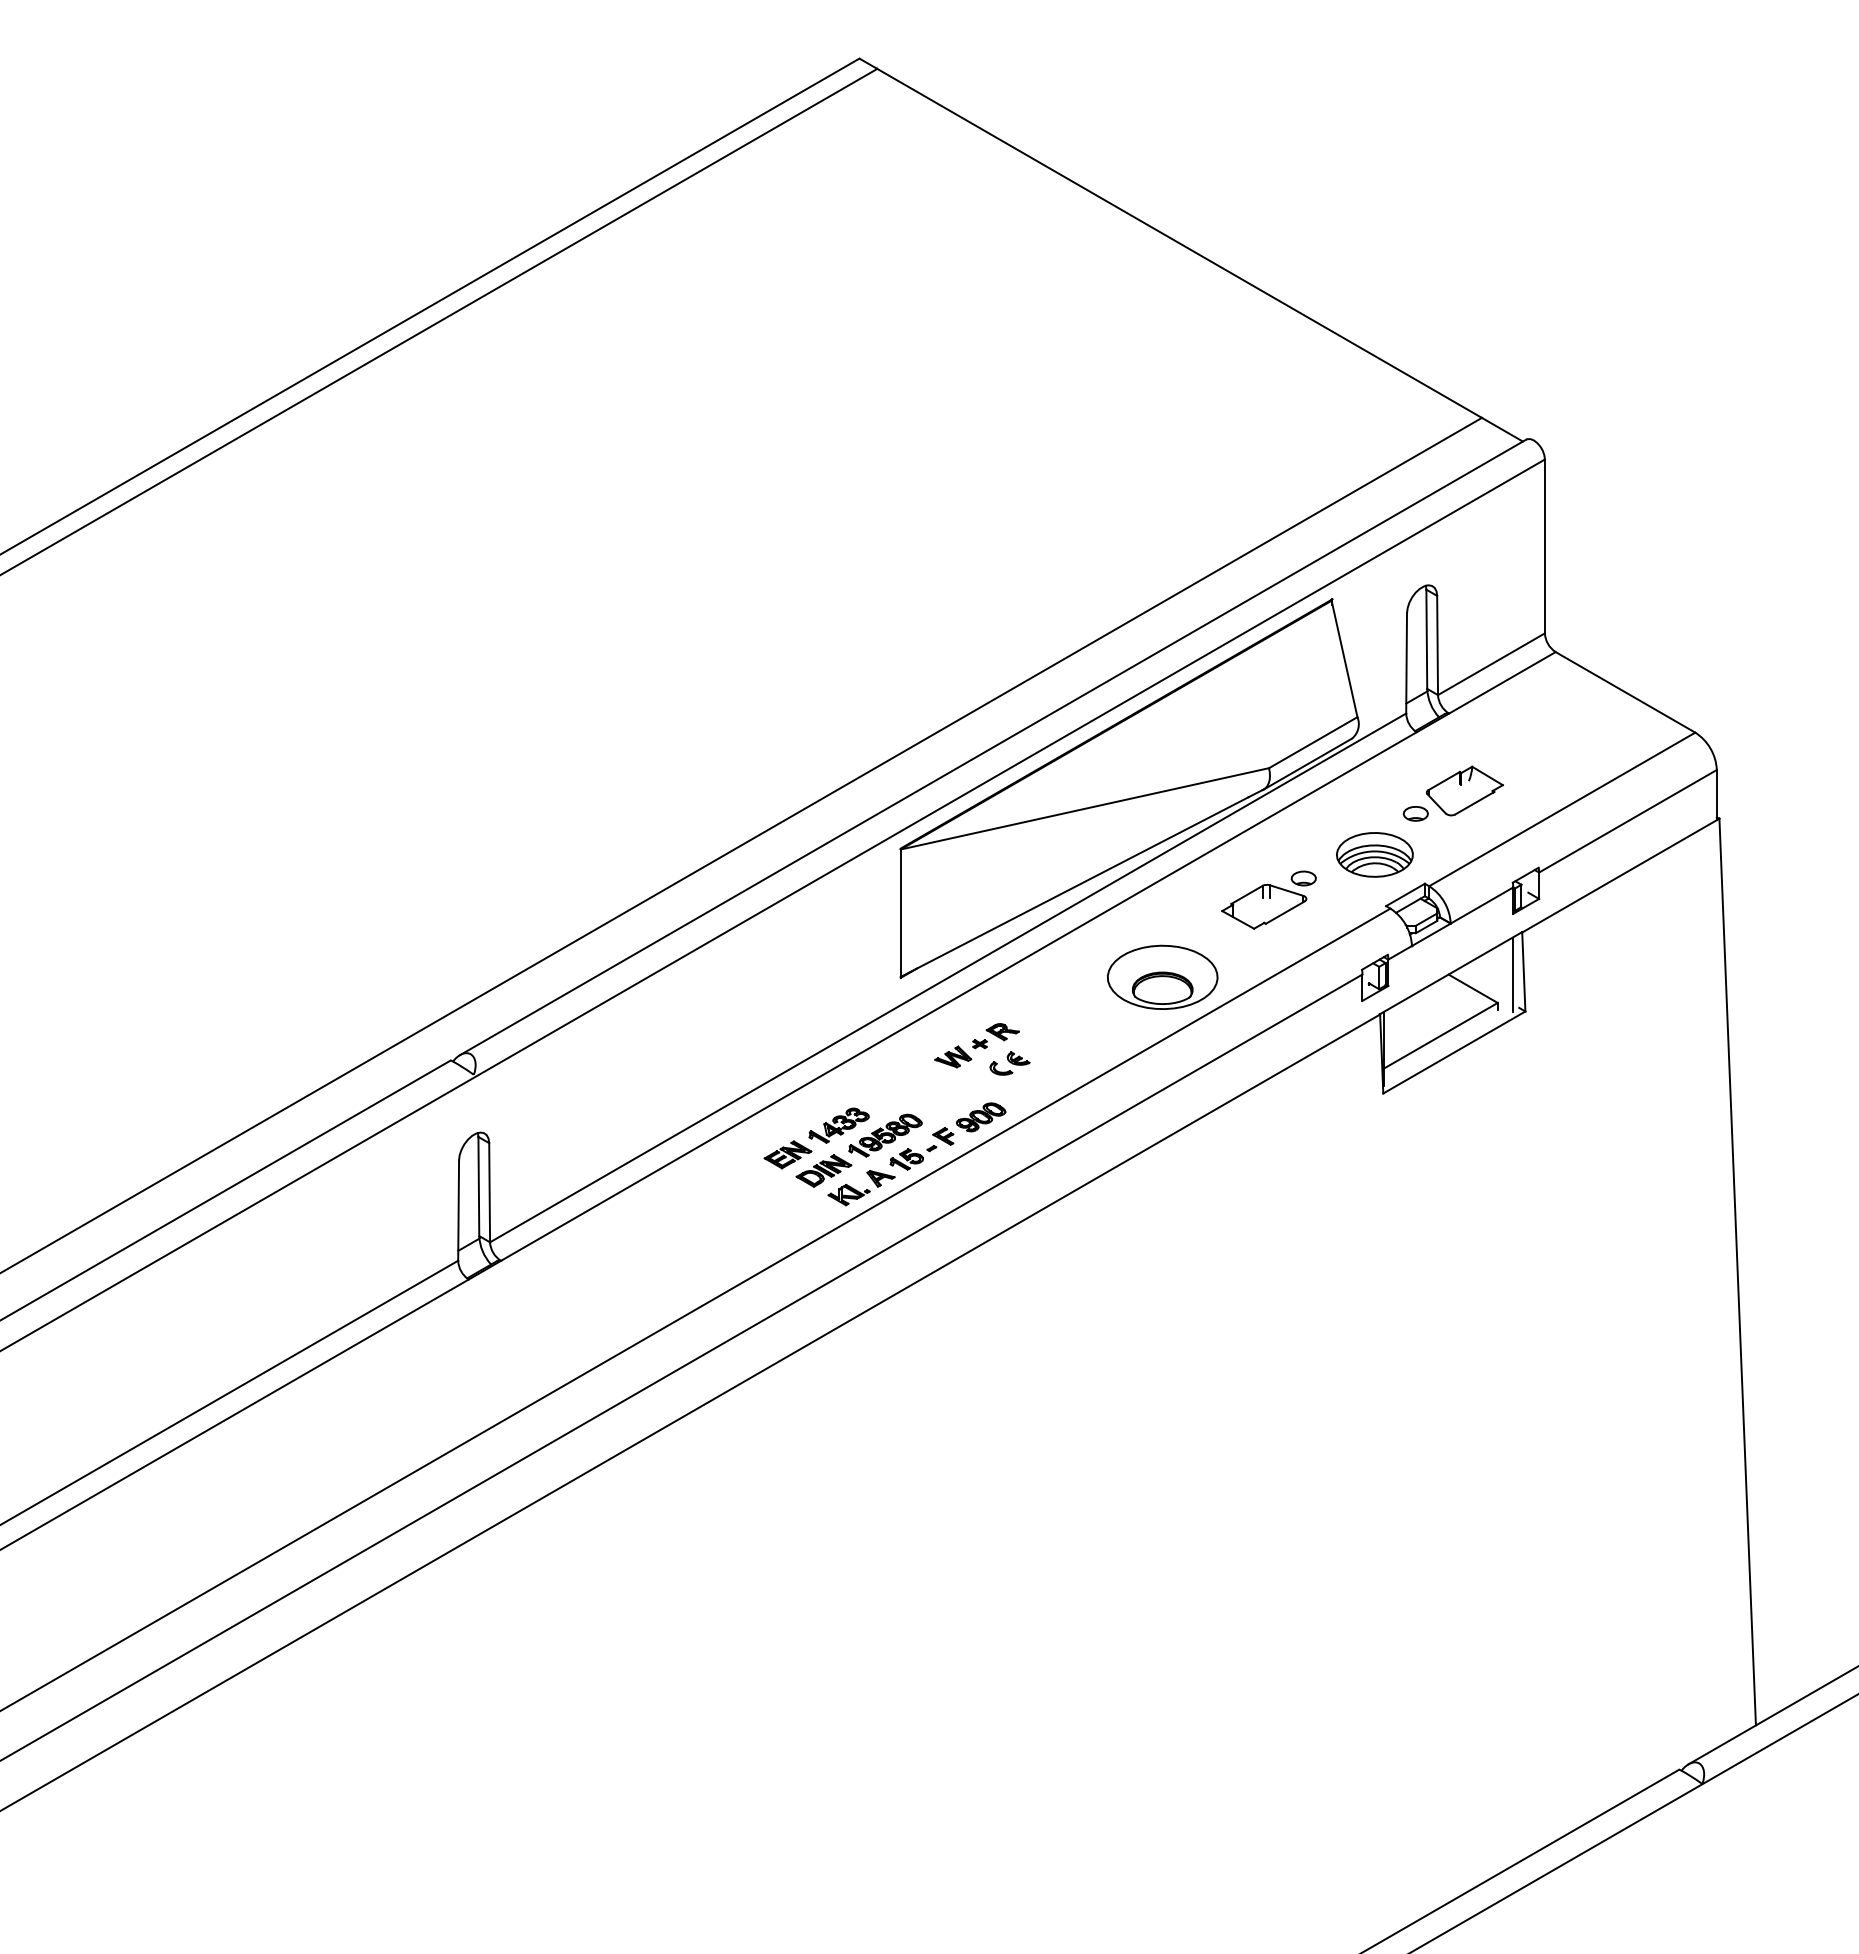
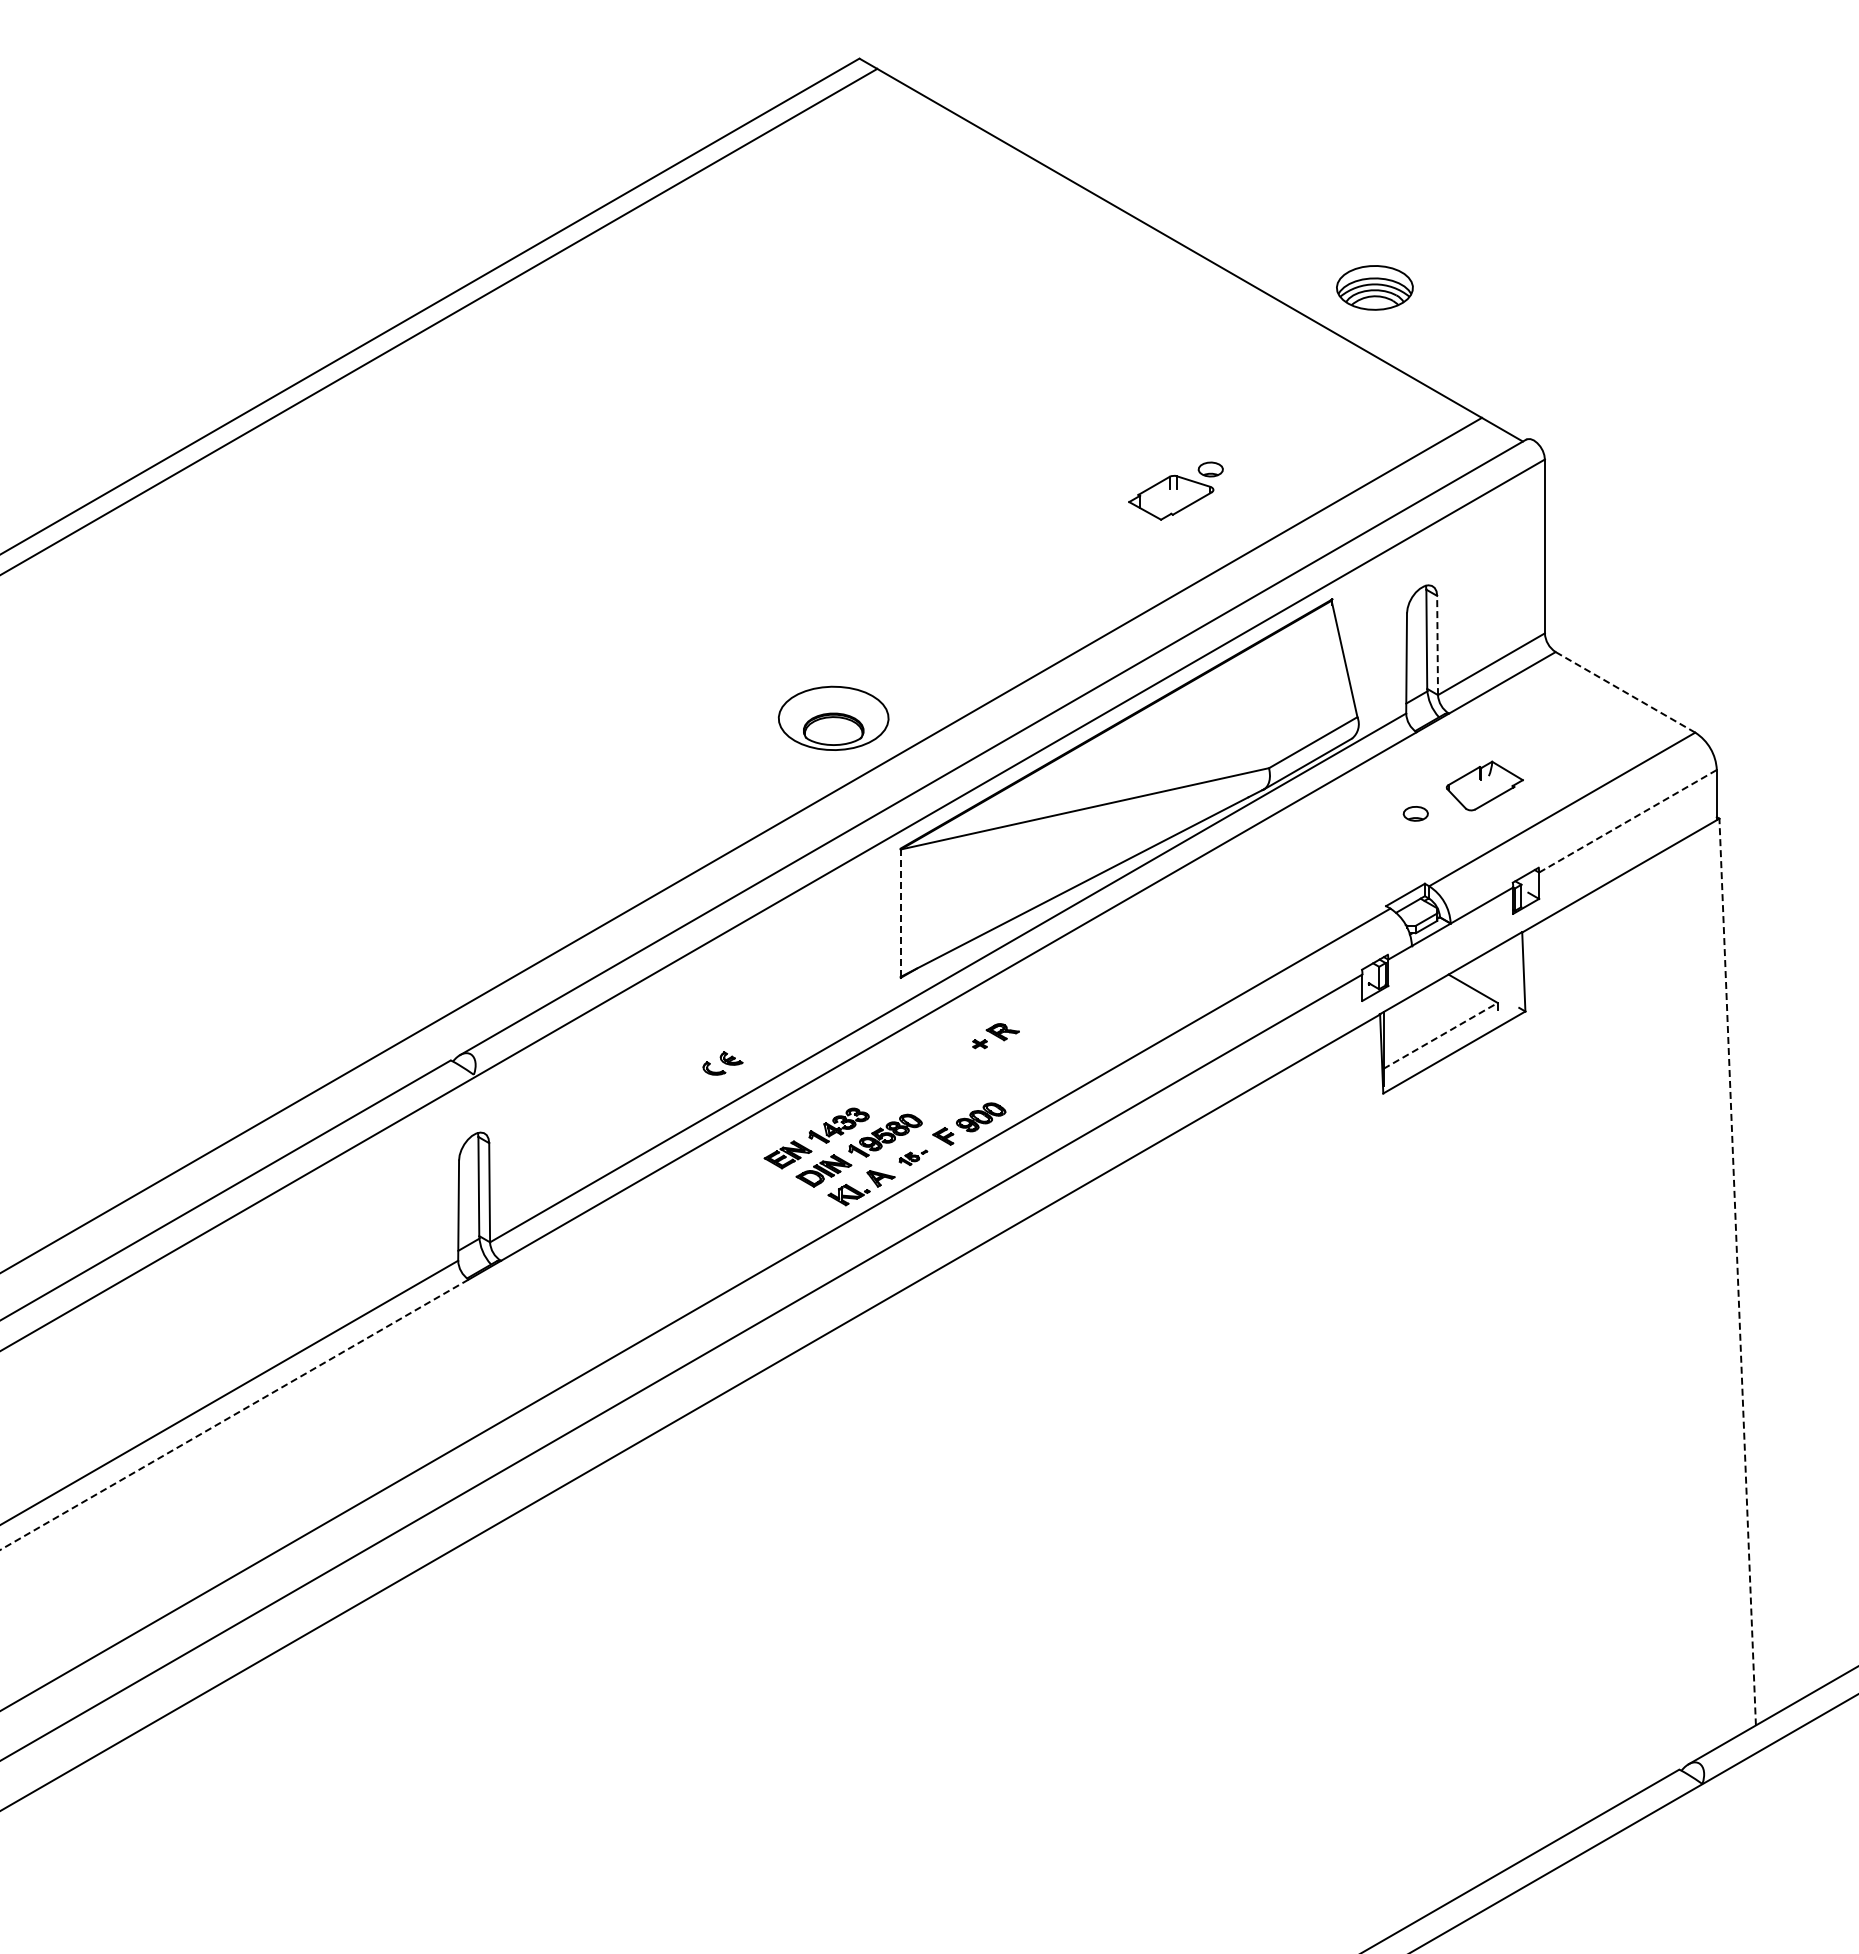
line at (1437, 645): solid -> dashed
line at (1625, 692): solid -> dashed
part at (1464, 790) position: (1464, 790) -> (1484, 785)
line at (1627, 821): solid -> dashed
part at (1374, 854) position: (1374, 854) -> (1374, 287)
part at (1268, 899) position: (1268, 899) -> (1175, 490)
line at (900, 913): solid -> dashed
line at (1512, 974): present -> none
part at (1162, 976) position: (1162, 976) -> (833, 717)
line at (1440, 1035): solid -> dashed
part at (953, 1056): present -> none
part at (1009, 1063) position: (1009, 1063) -> (722, 1063)
part at (913, 1157) size: 49x26 px -> 31x17 px
line at (1737, 1272): solid -> dashed
line at (235, 1414): solid -> dashed
